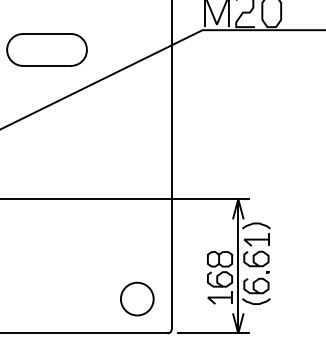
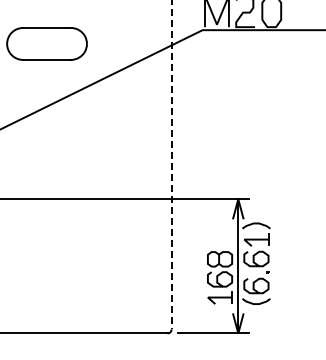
part at (46, 49) position: (46, 49) -> (46, 43)
line at (171, 164): solid -> dashed
circle at (137, 298): present -> none
